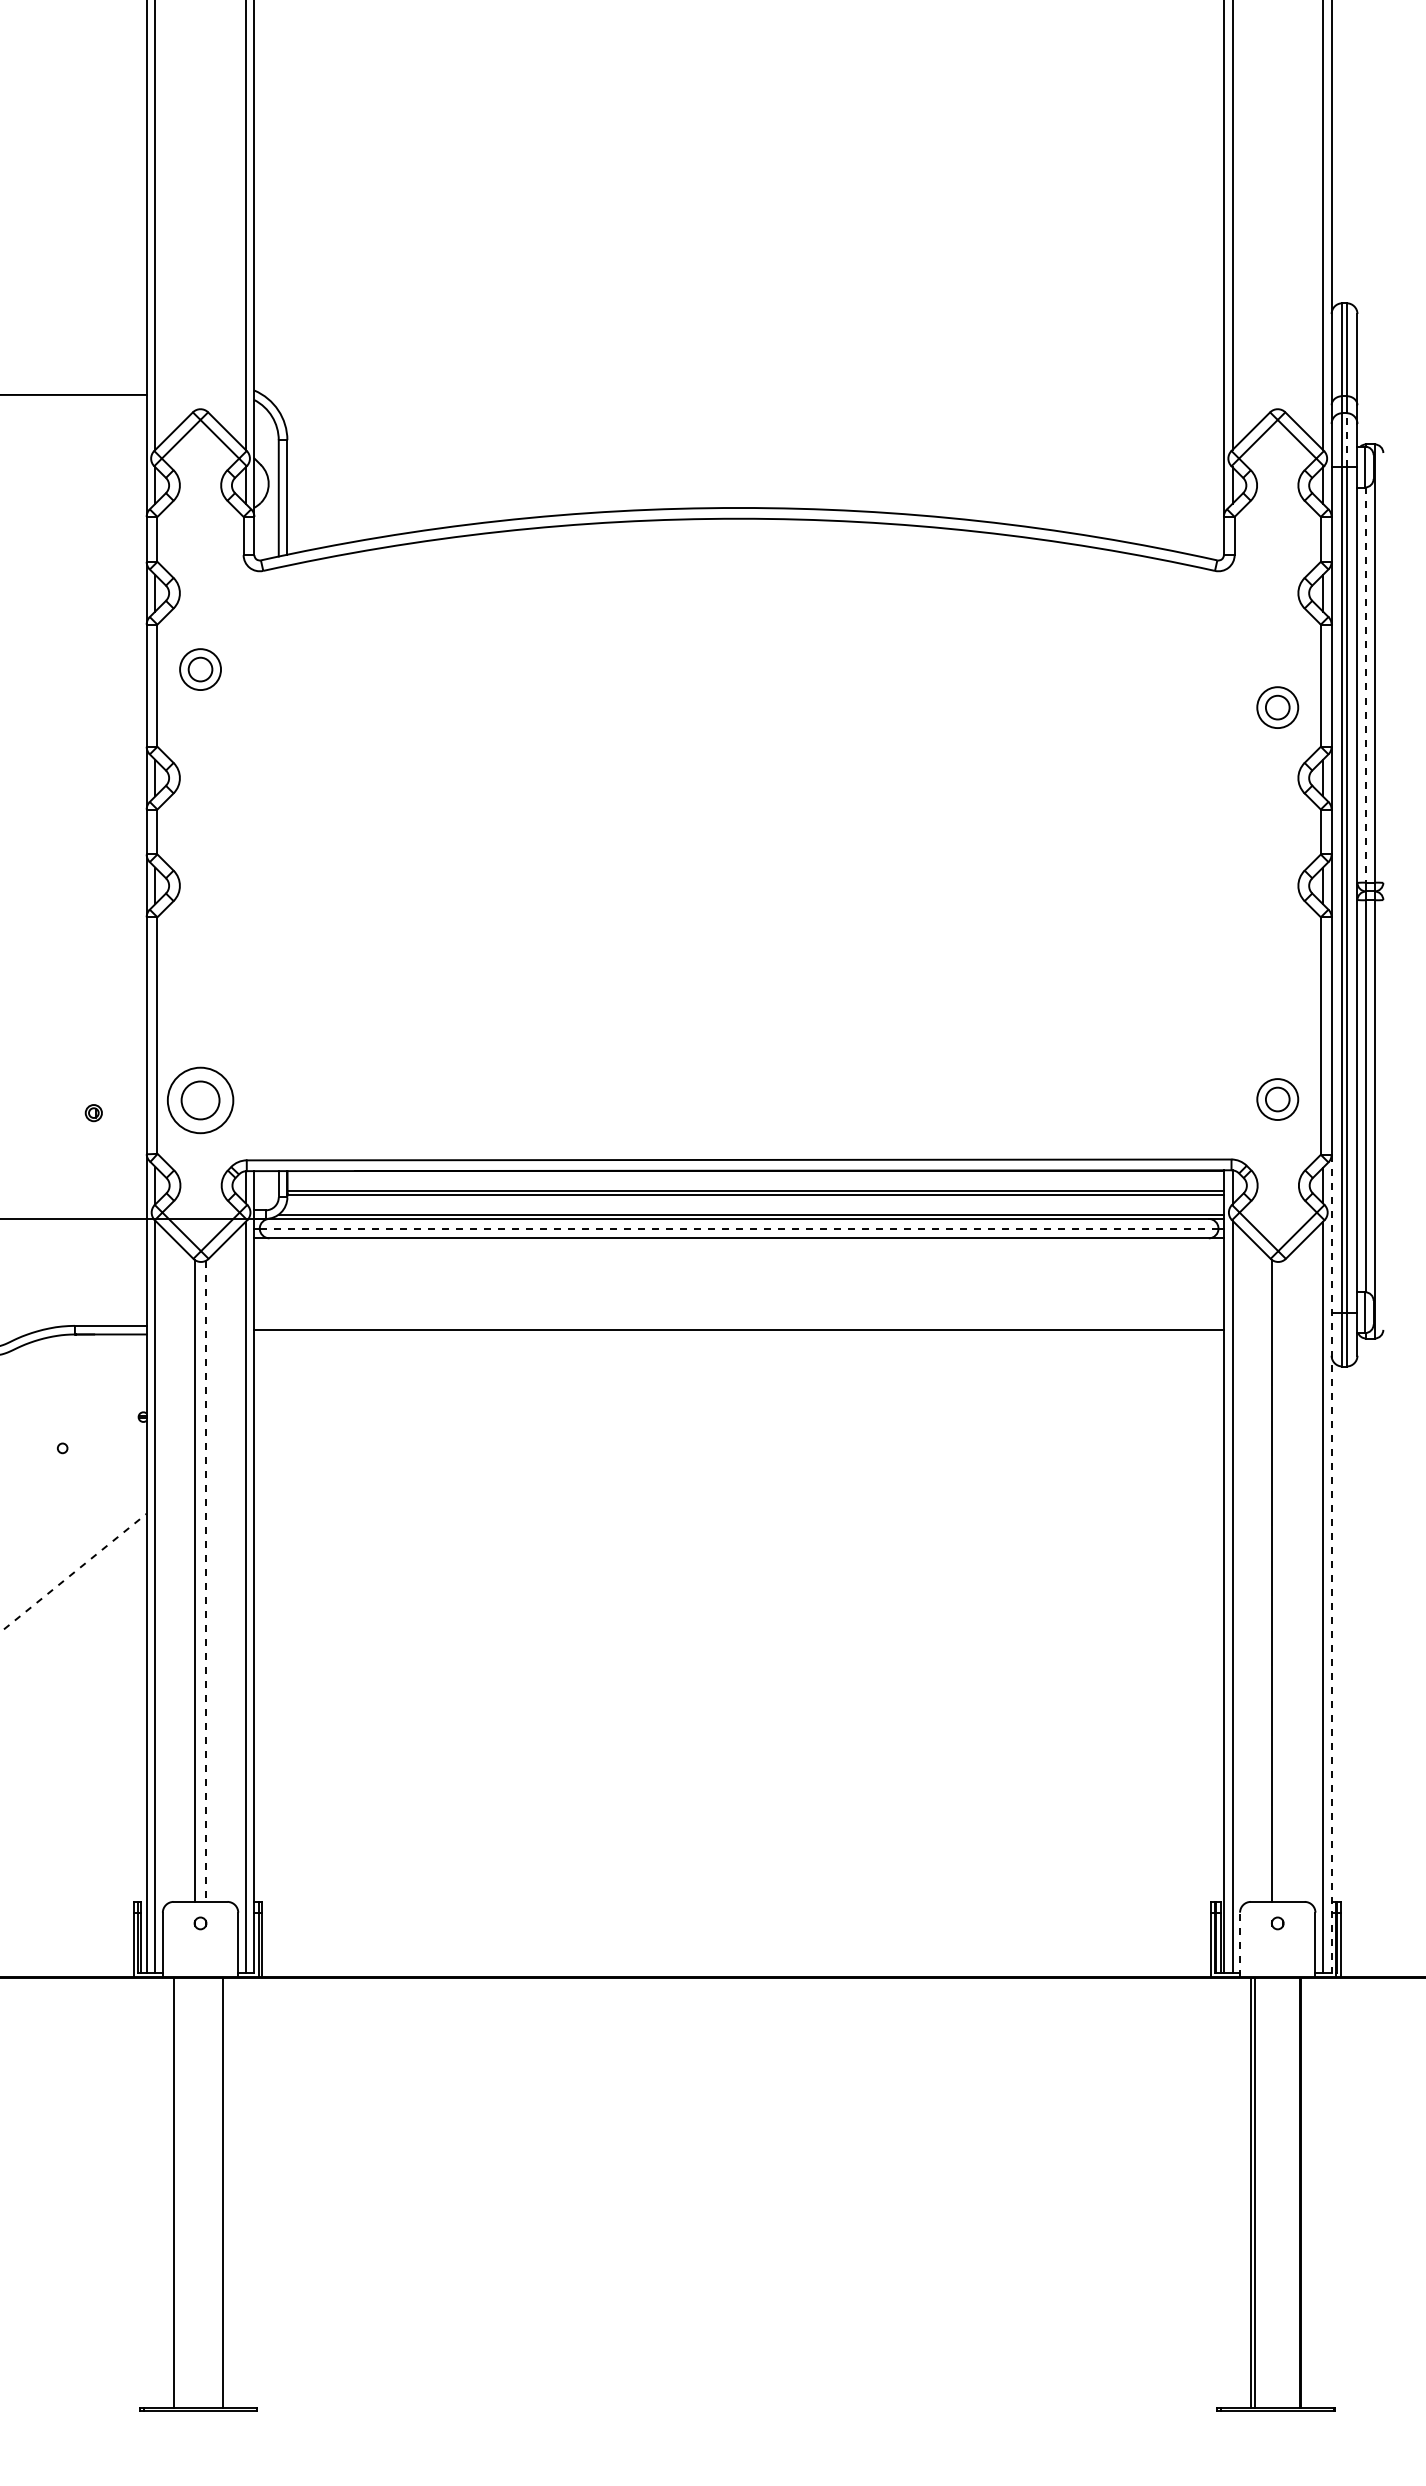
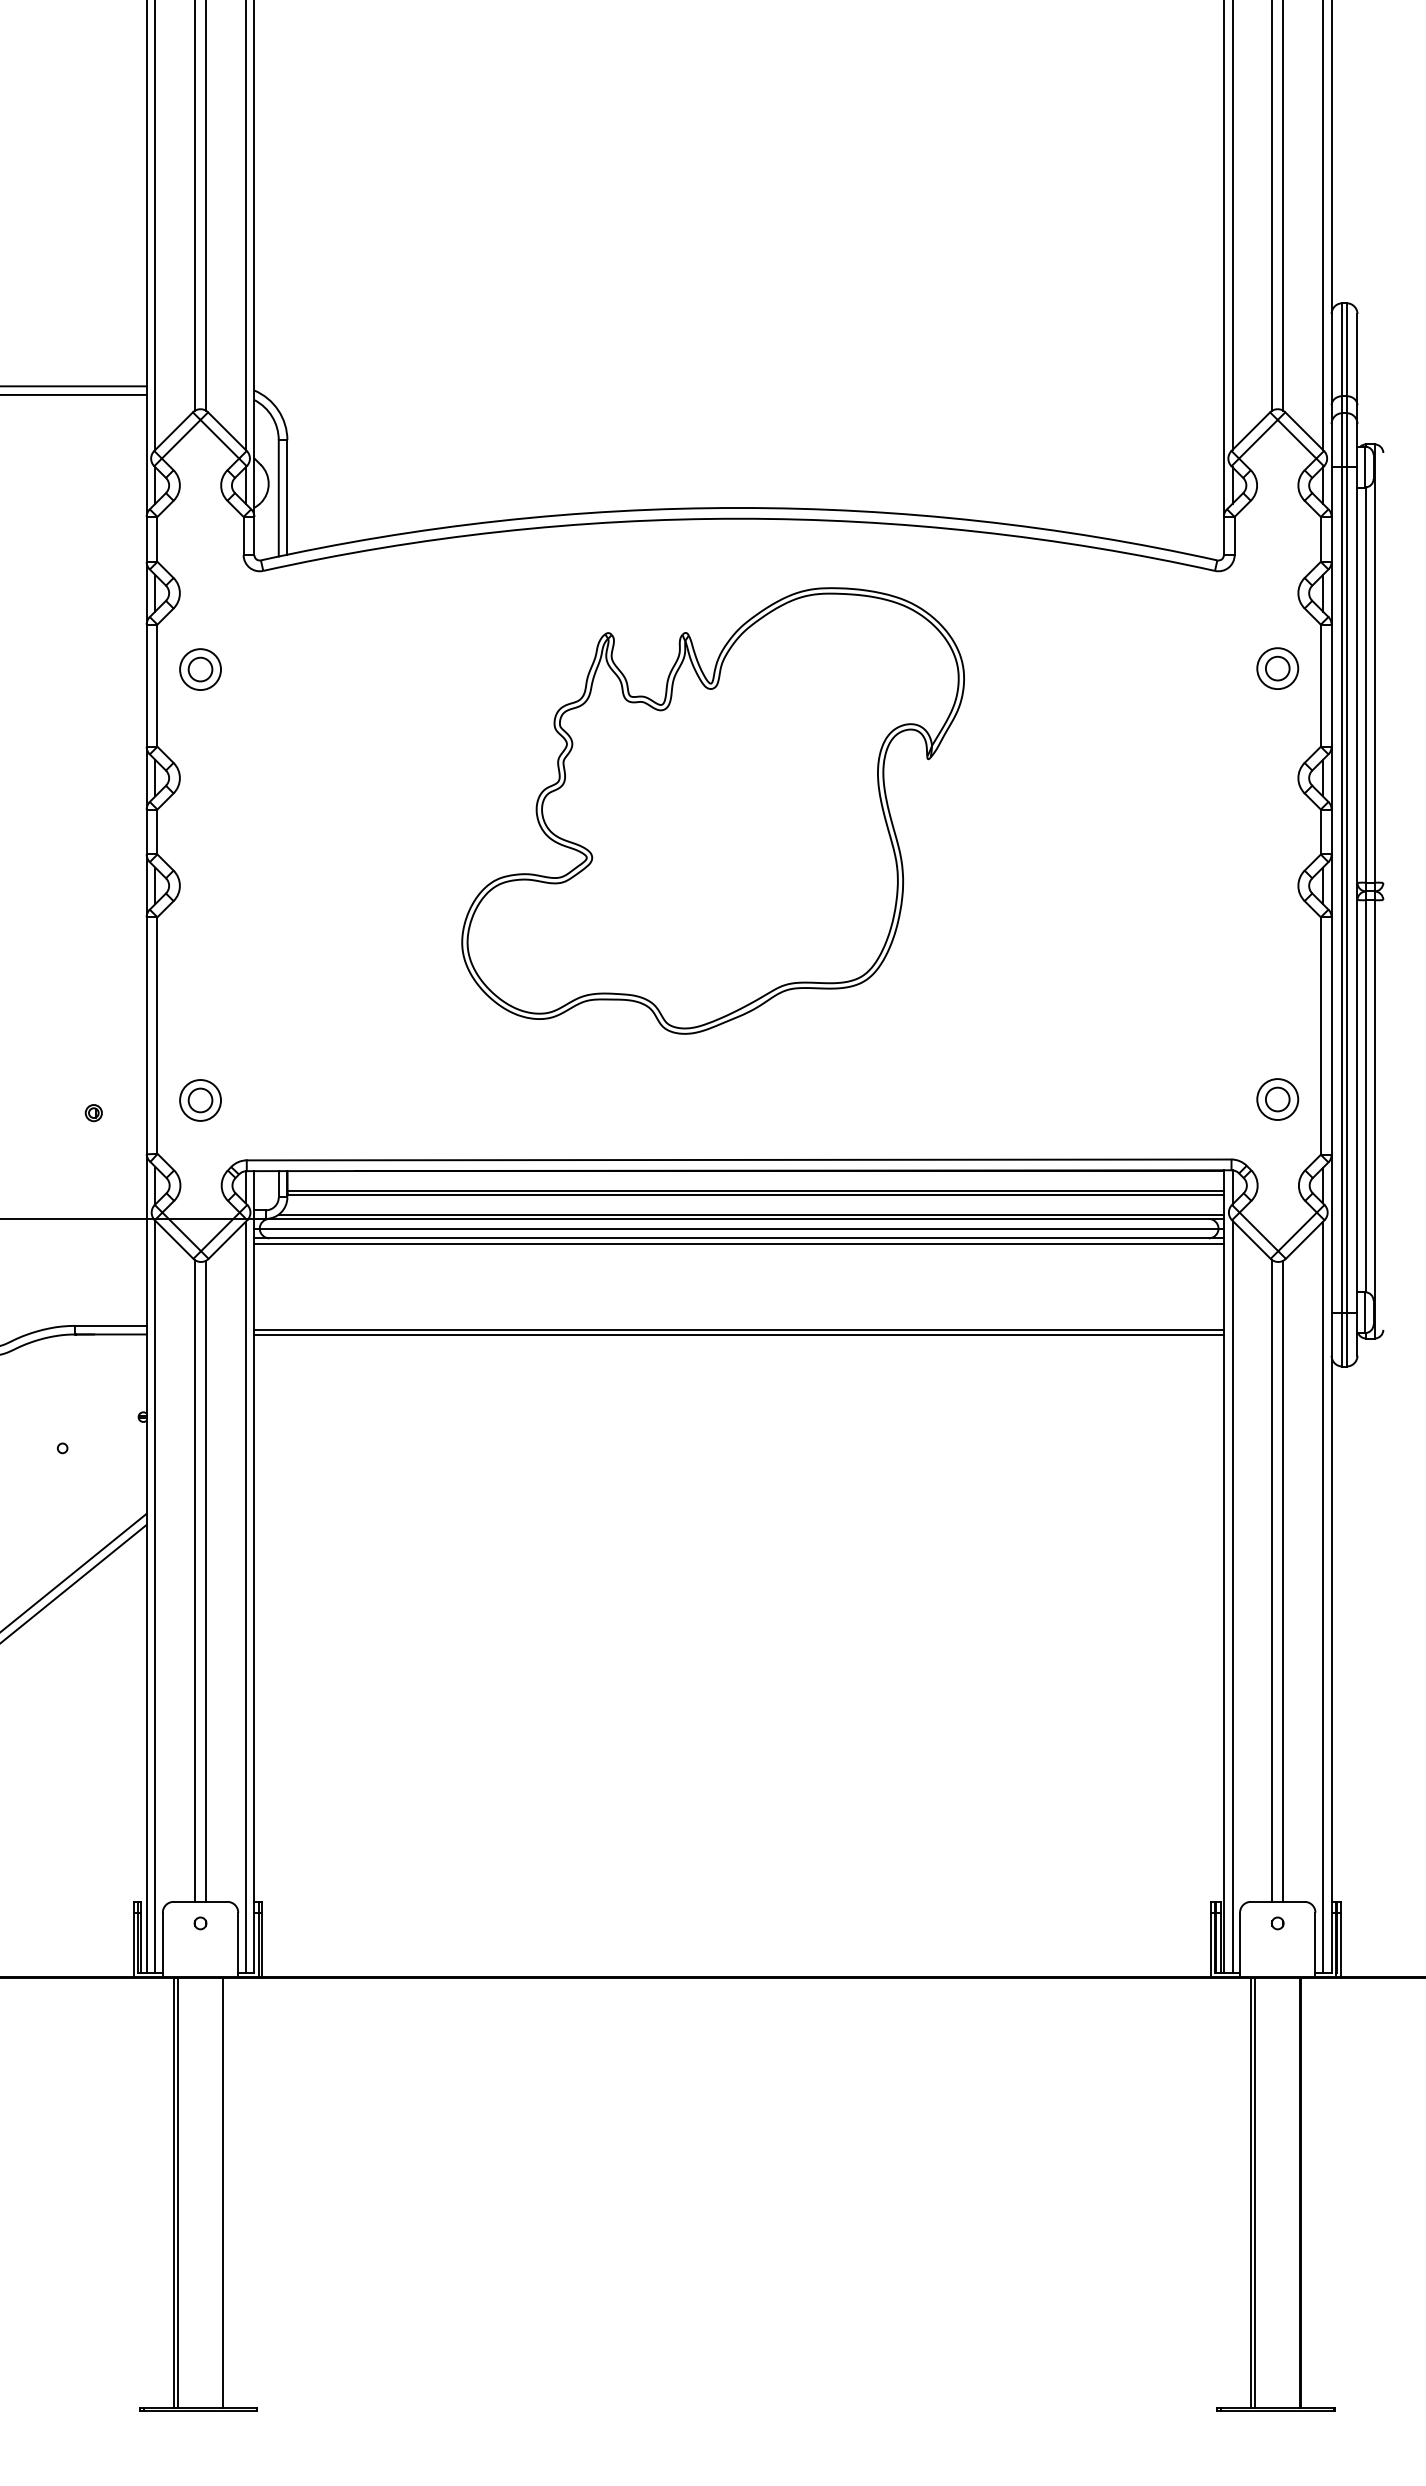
line at (195, 206): none -> present
line at (205, 206): none -> present
line at (1272, 206): none -> present
line at (1283, 206): none -> present
line at (74, 386): none -> present
line at (1346, 440): dashed -> solid
line at (1366, 685): dashed -> solid
part at (1277, 707) position: (1277, 707) -> (1277, 668)
part at (712, 810): none -> present
part at (200, 1100) size: 68x69 px -> 43x43 px
line at (739, 1228): dashed -> solid
line at (738, 1243): none -> present
line at (738, 1335): none -> present
line at (1331, 1564): dashed -> solid
line at (73, 1572): dashed -> solid
line at (1283, 1580): none -> present
line at (205, 1581): dashed -> solid
line at (74, 1583): none -> present
line at (1240, 1944): dashed -> solid
line at (177, 2193): none -> present
